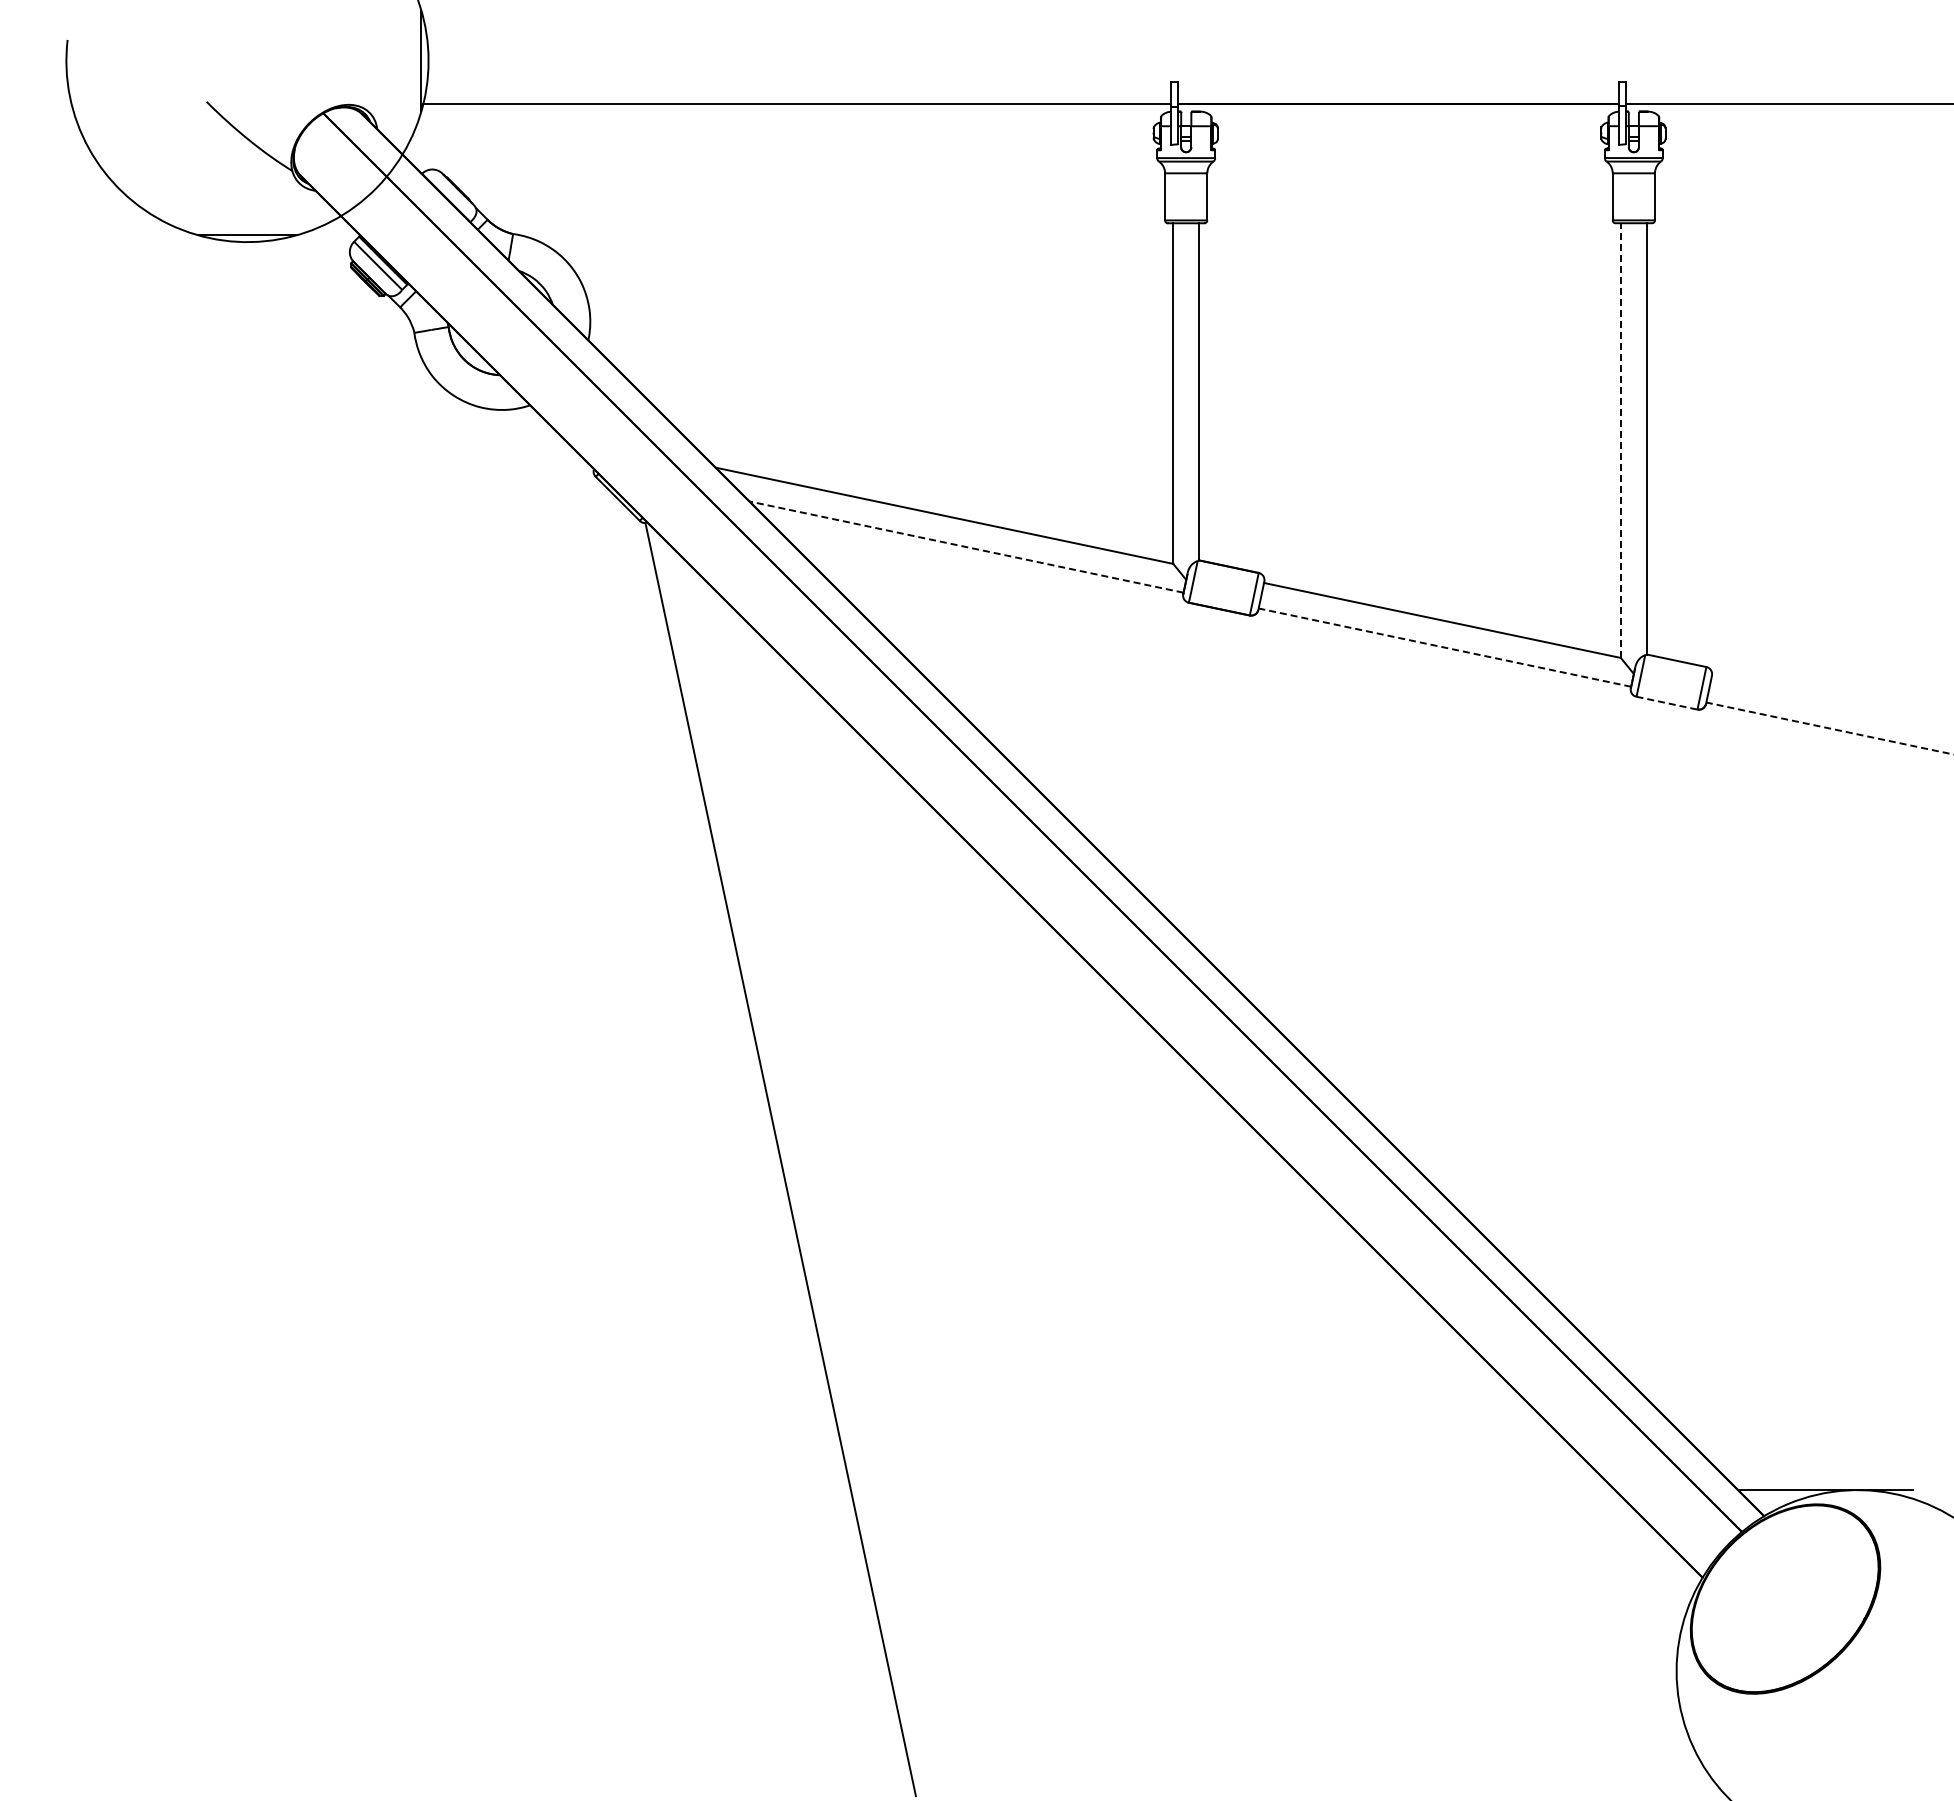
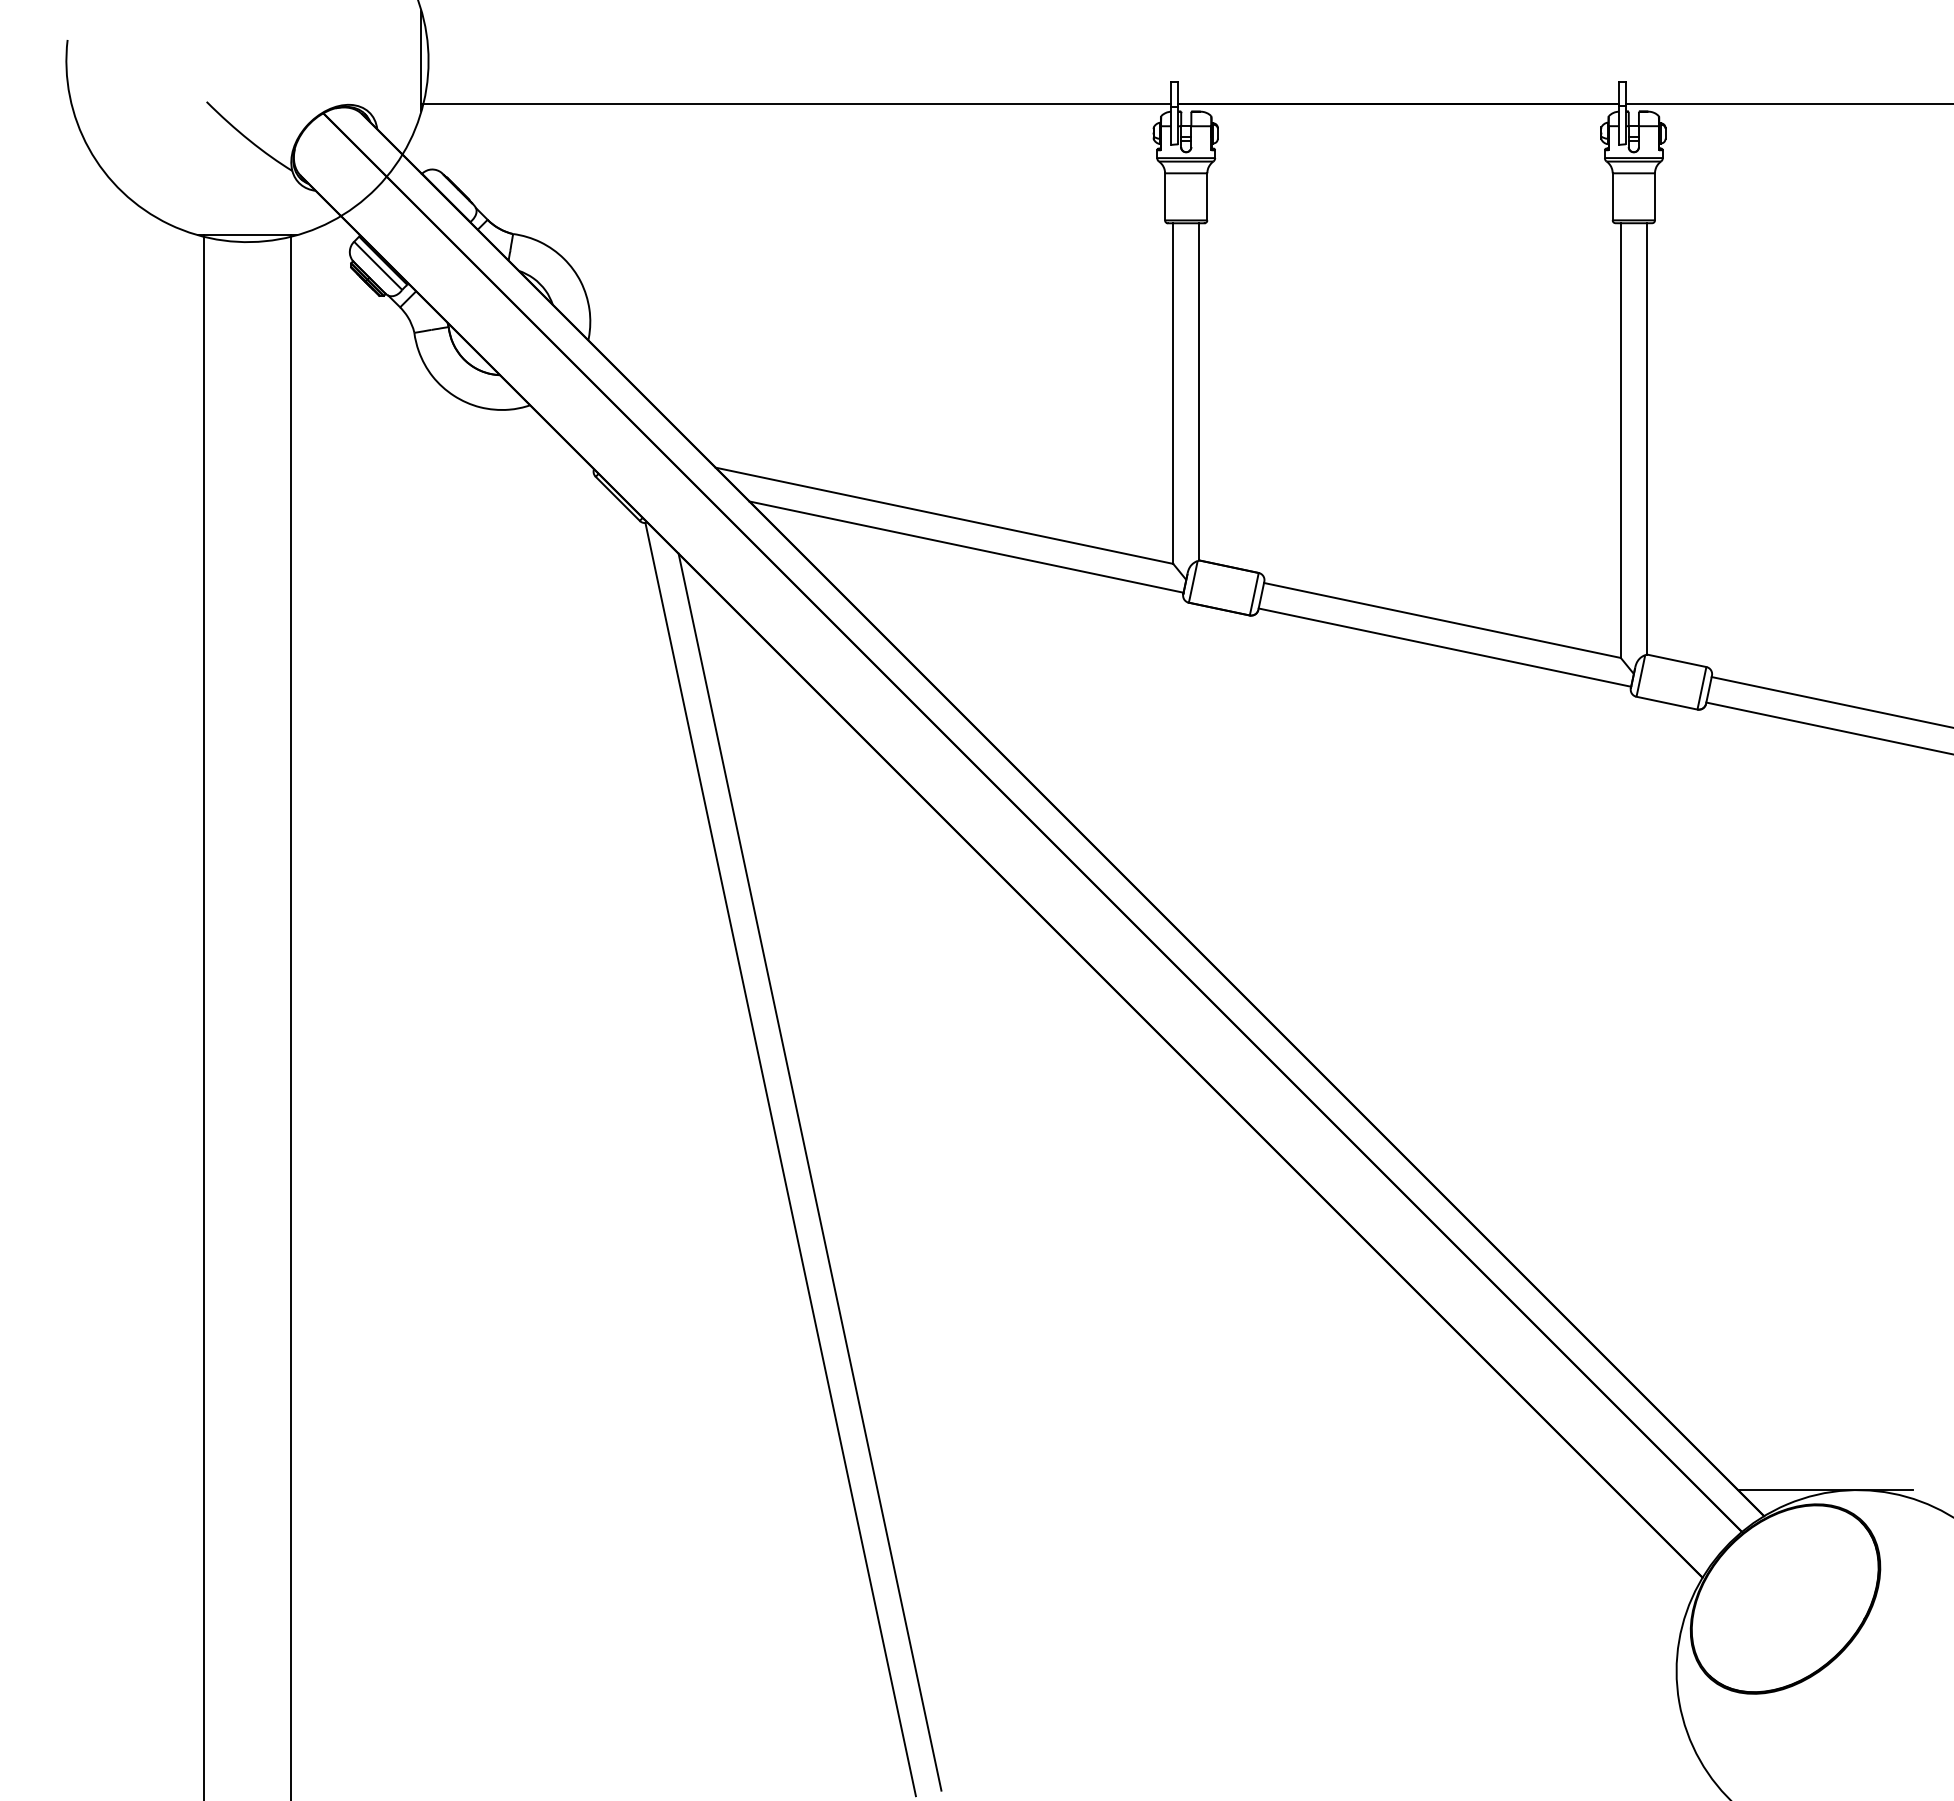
line at (1620, 440): dashed -> solid
line at (966, 547): dashed -> solid
line at (1444, 647): dashed -> solid
line at (1830, 702): none -> present
line at (1667, 703): dashed -> solid
line at (1829, 728): dashed -> solid
line at (204, 1016): none -> present
line at (290, 1016): none -> present
line at (809, 1171): none -> present
